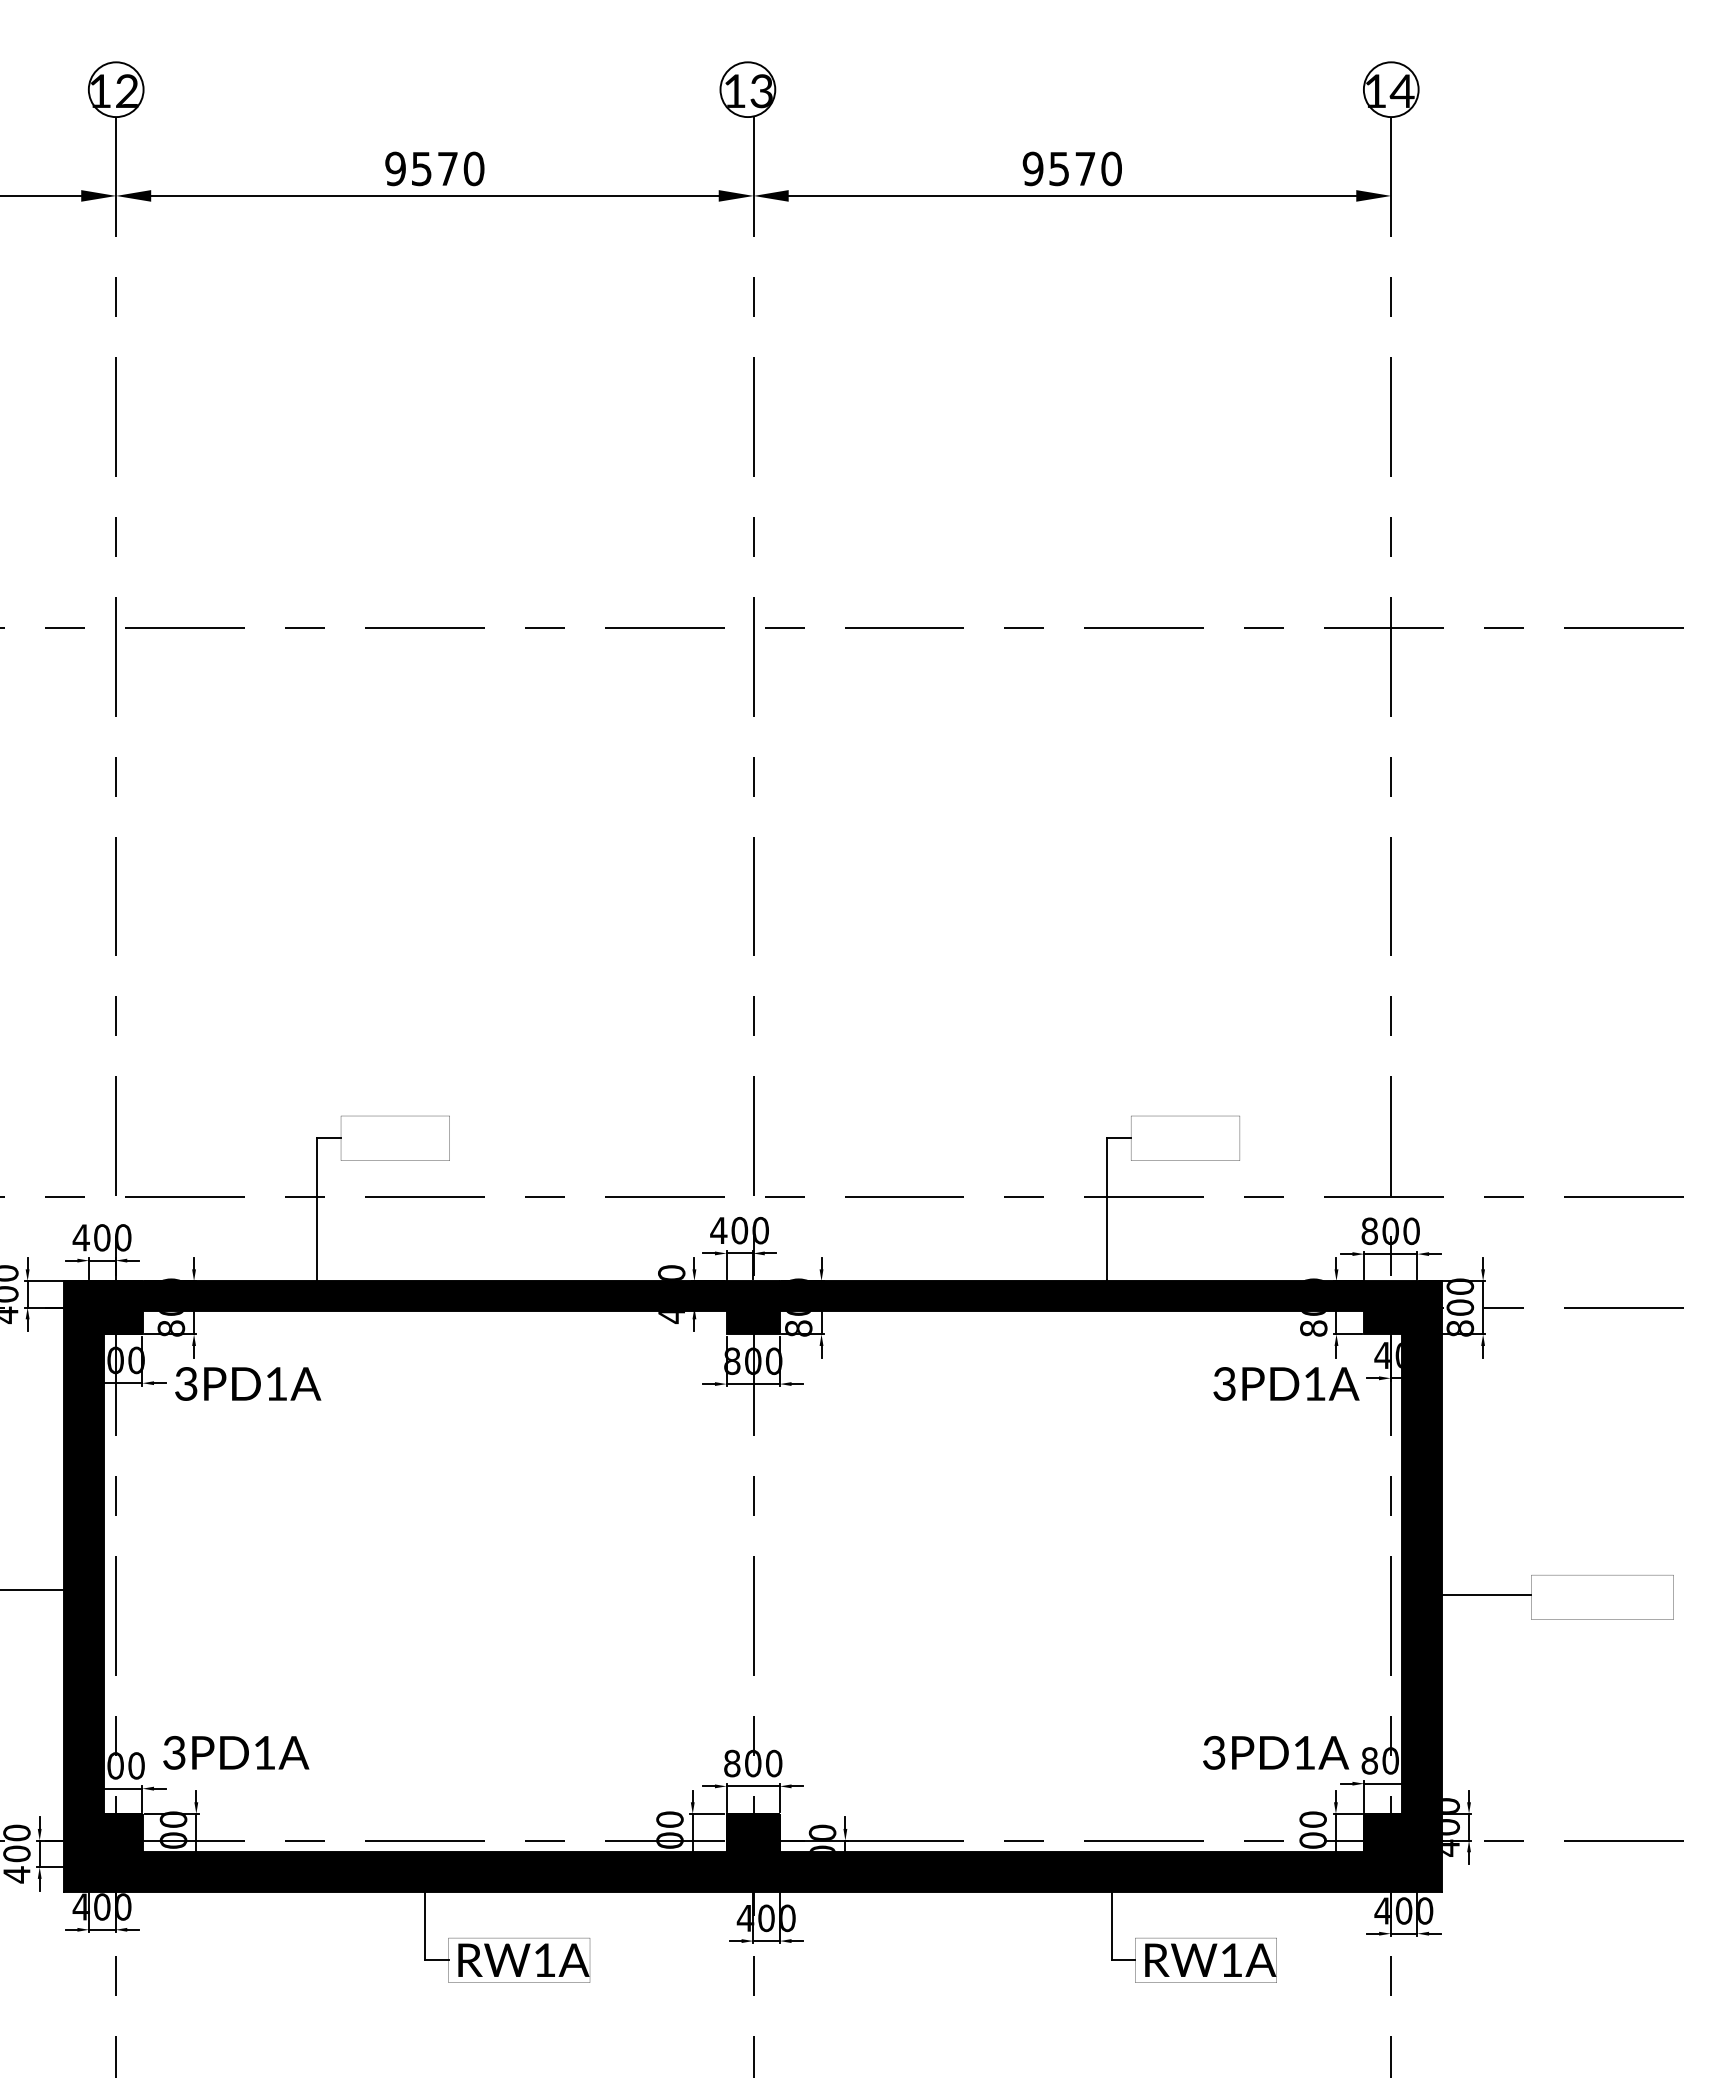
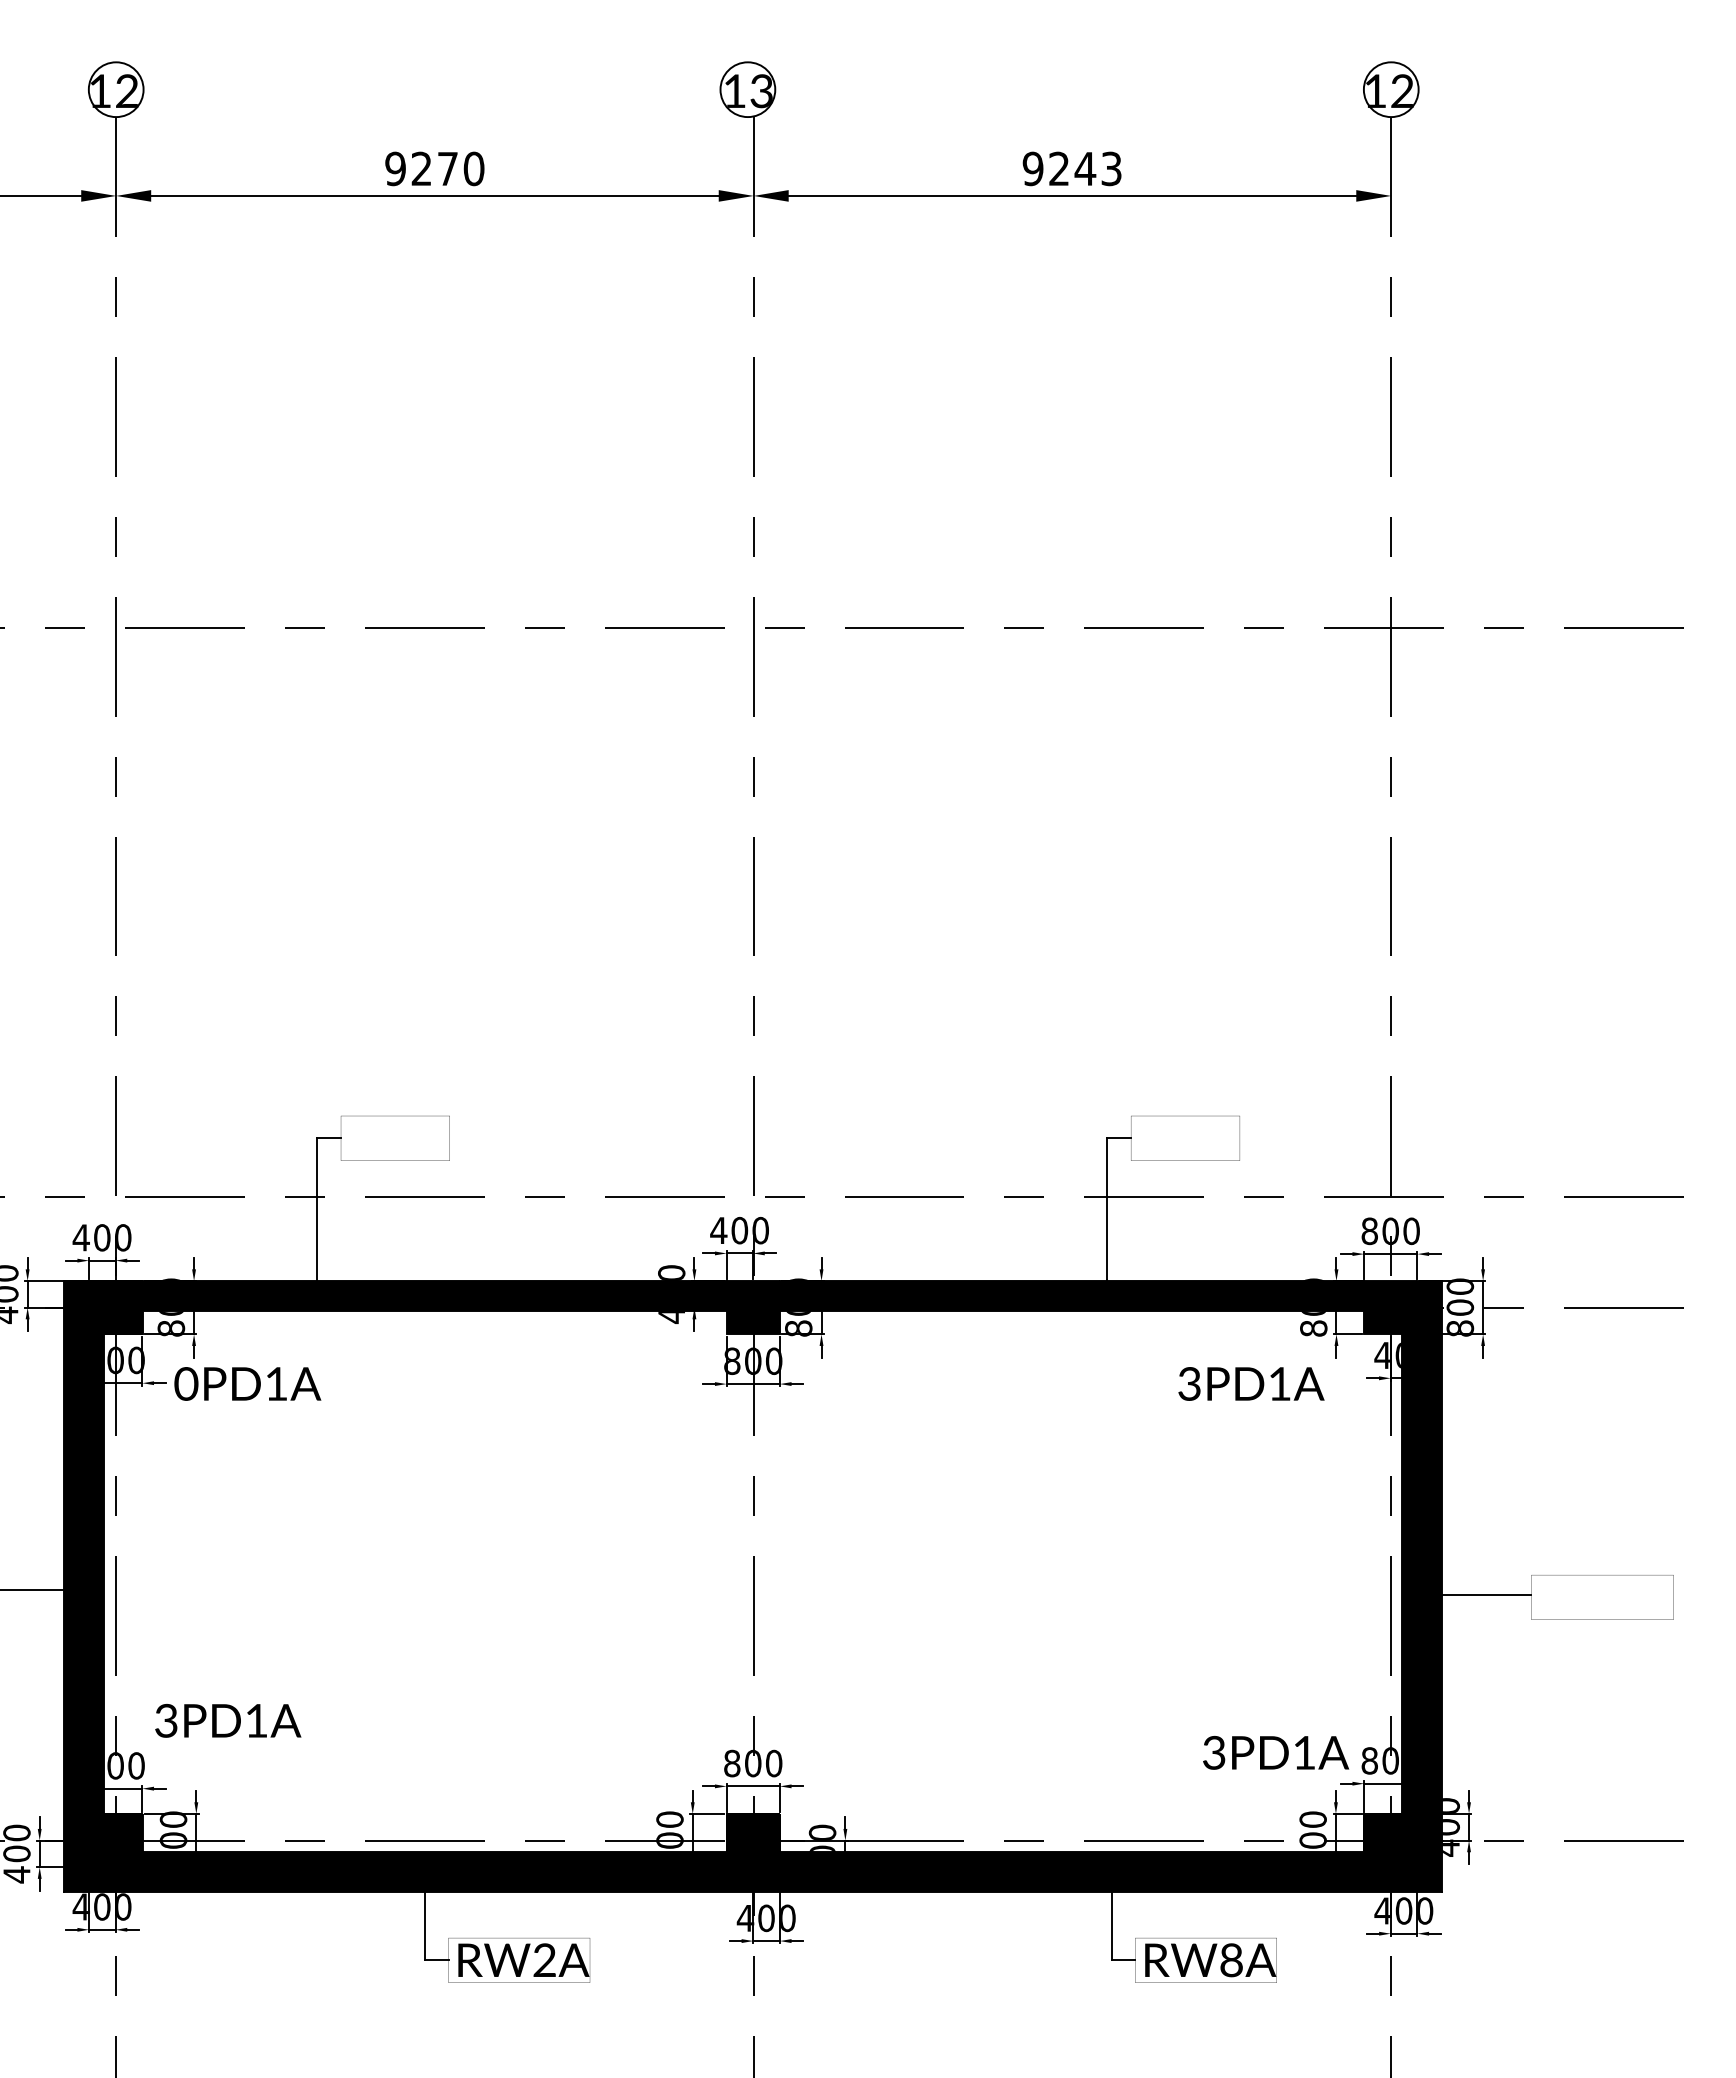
text at (1401, 90): 14 -> 12
text at (421, 168): 9570 -> 9270
text at (1085, 168): 9570 -> 9243
text at (186, 1383): 3PD1A -> 0PD1A
text at (1286, 1383) position: (1286, 1383) -> (1251, 1383)
text at (236, 1752) position: (236, 1752) -> (228, 1720)
text at (544, 1959): RW1A -> RW2A
text at (1231, 1960): RW1A -> RW8A
